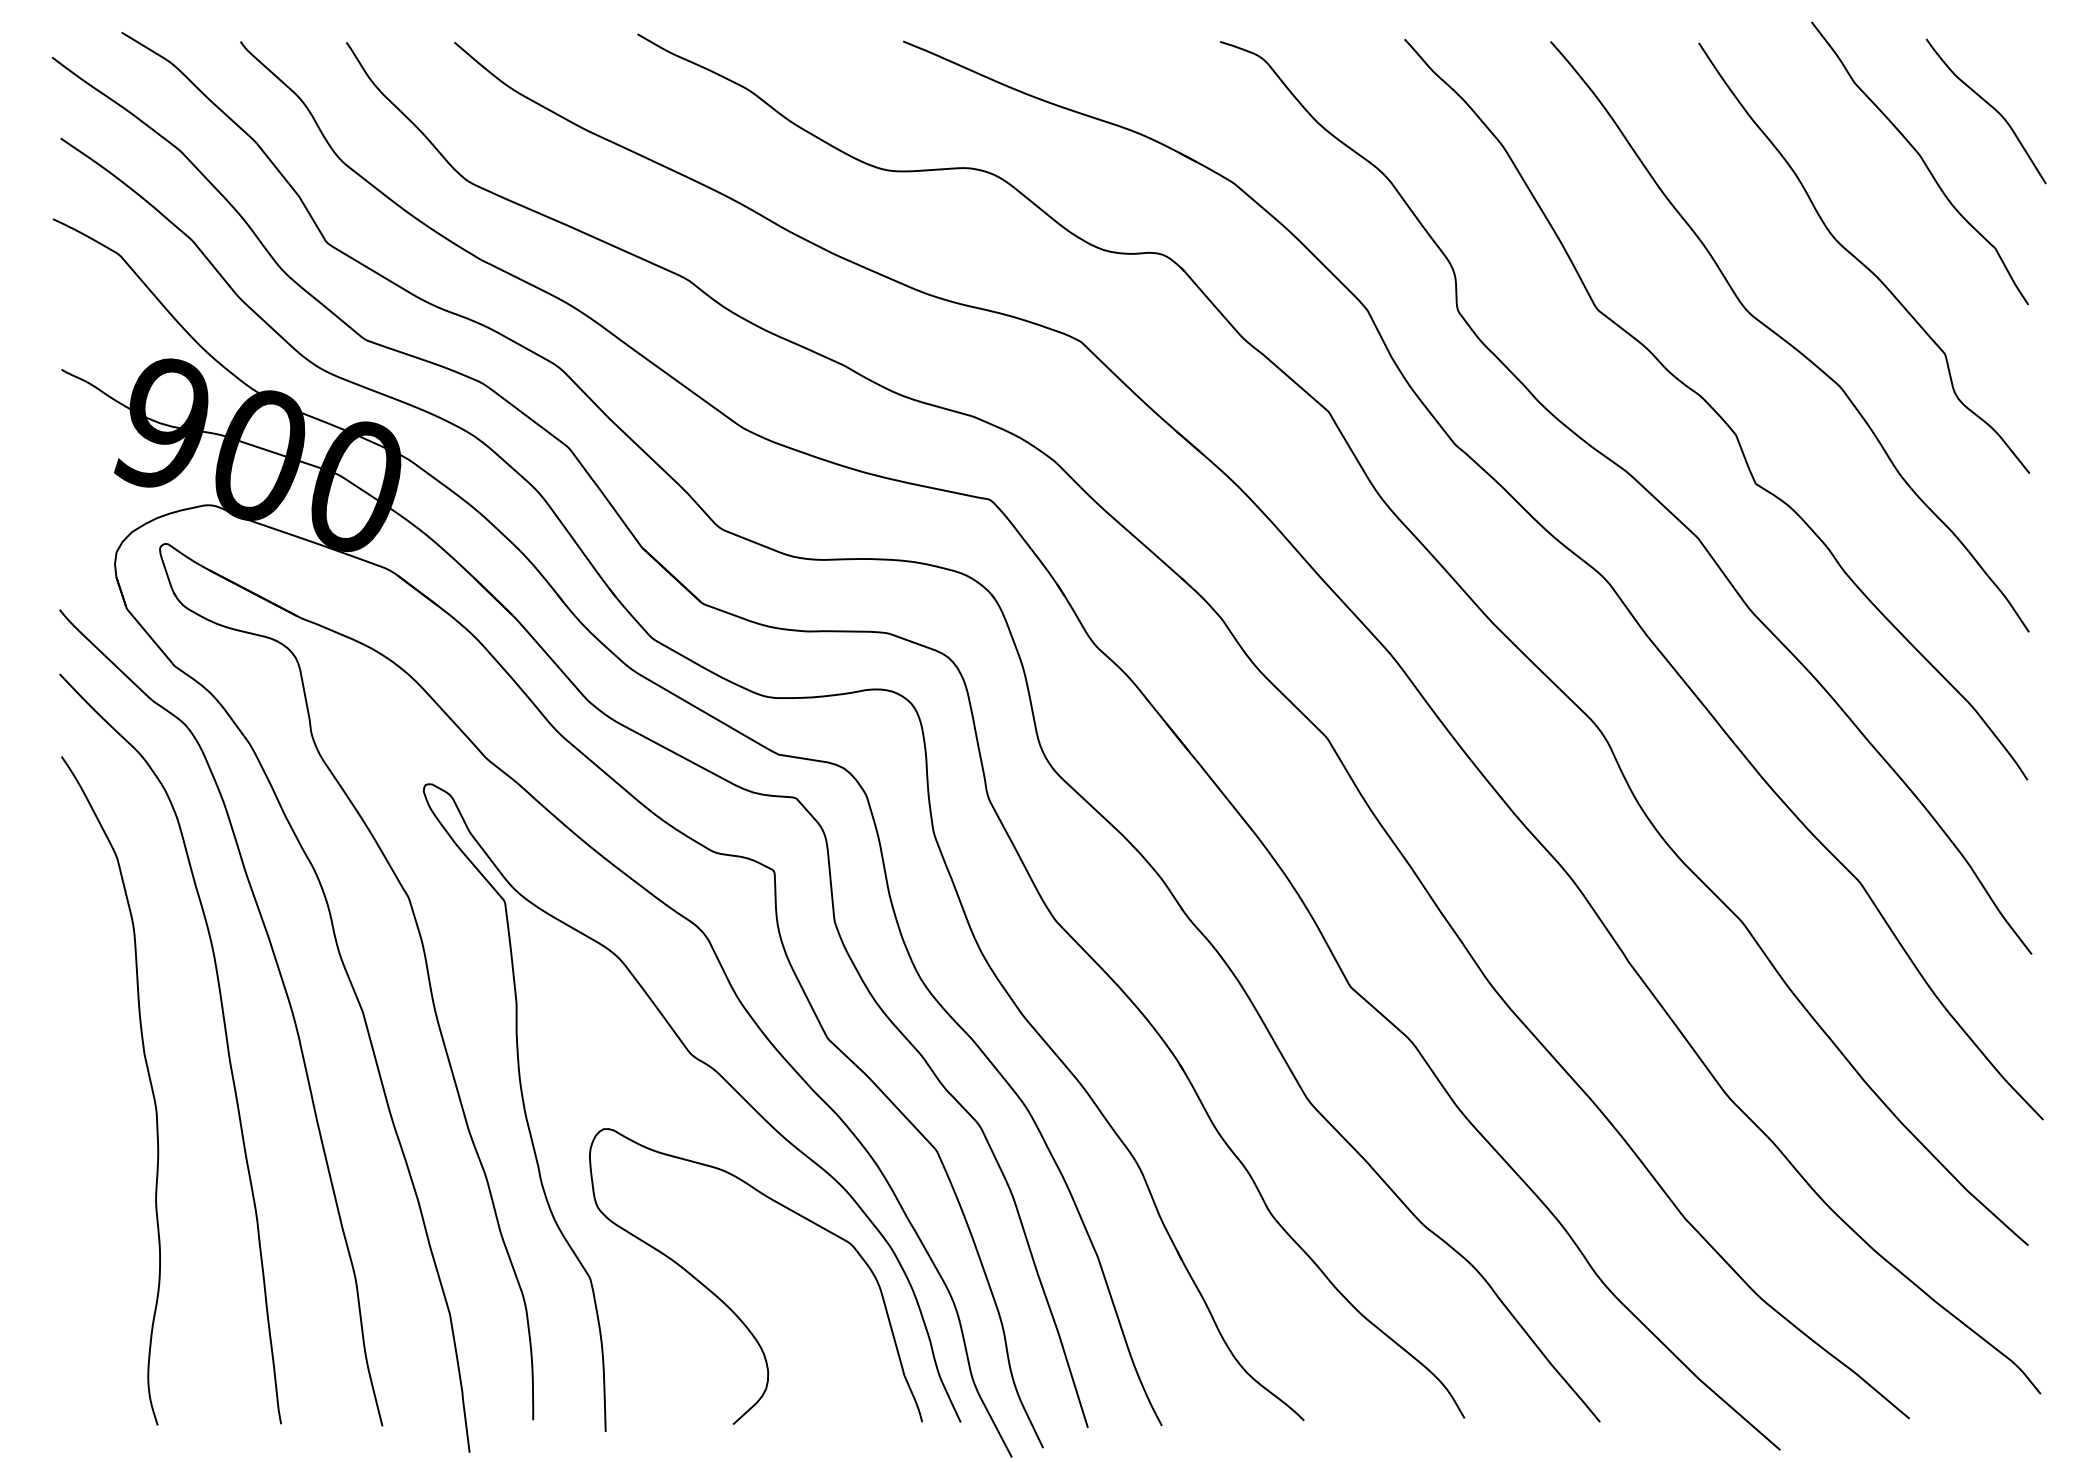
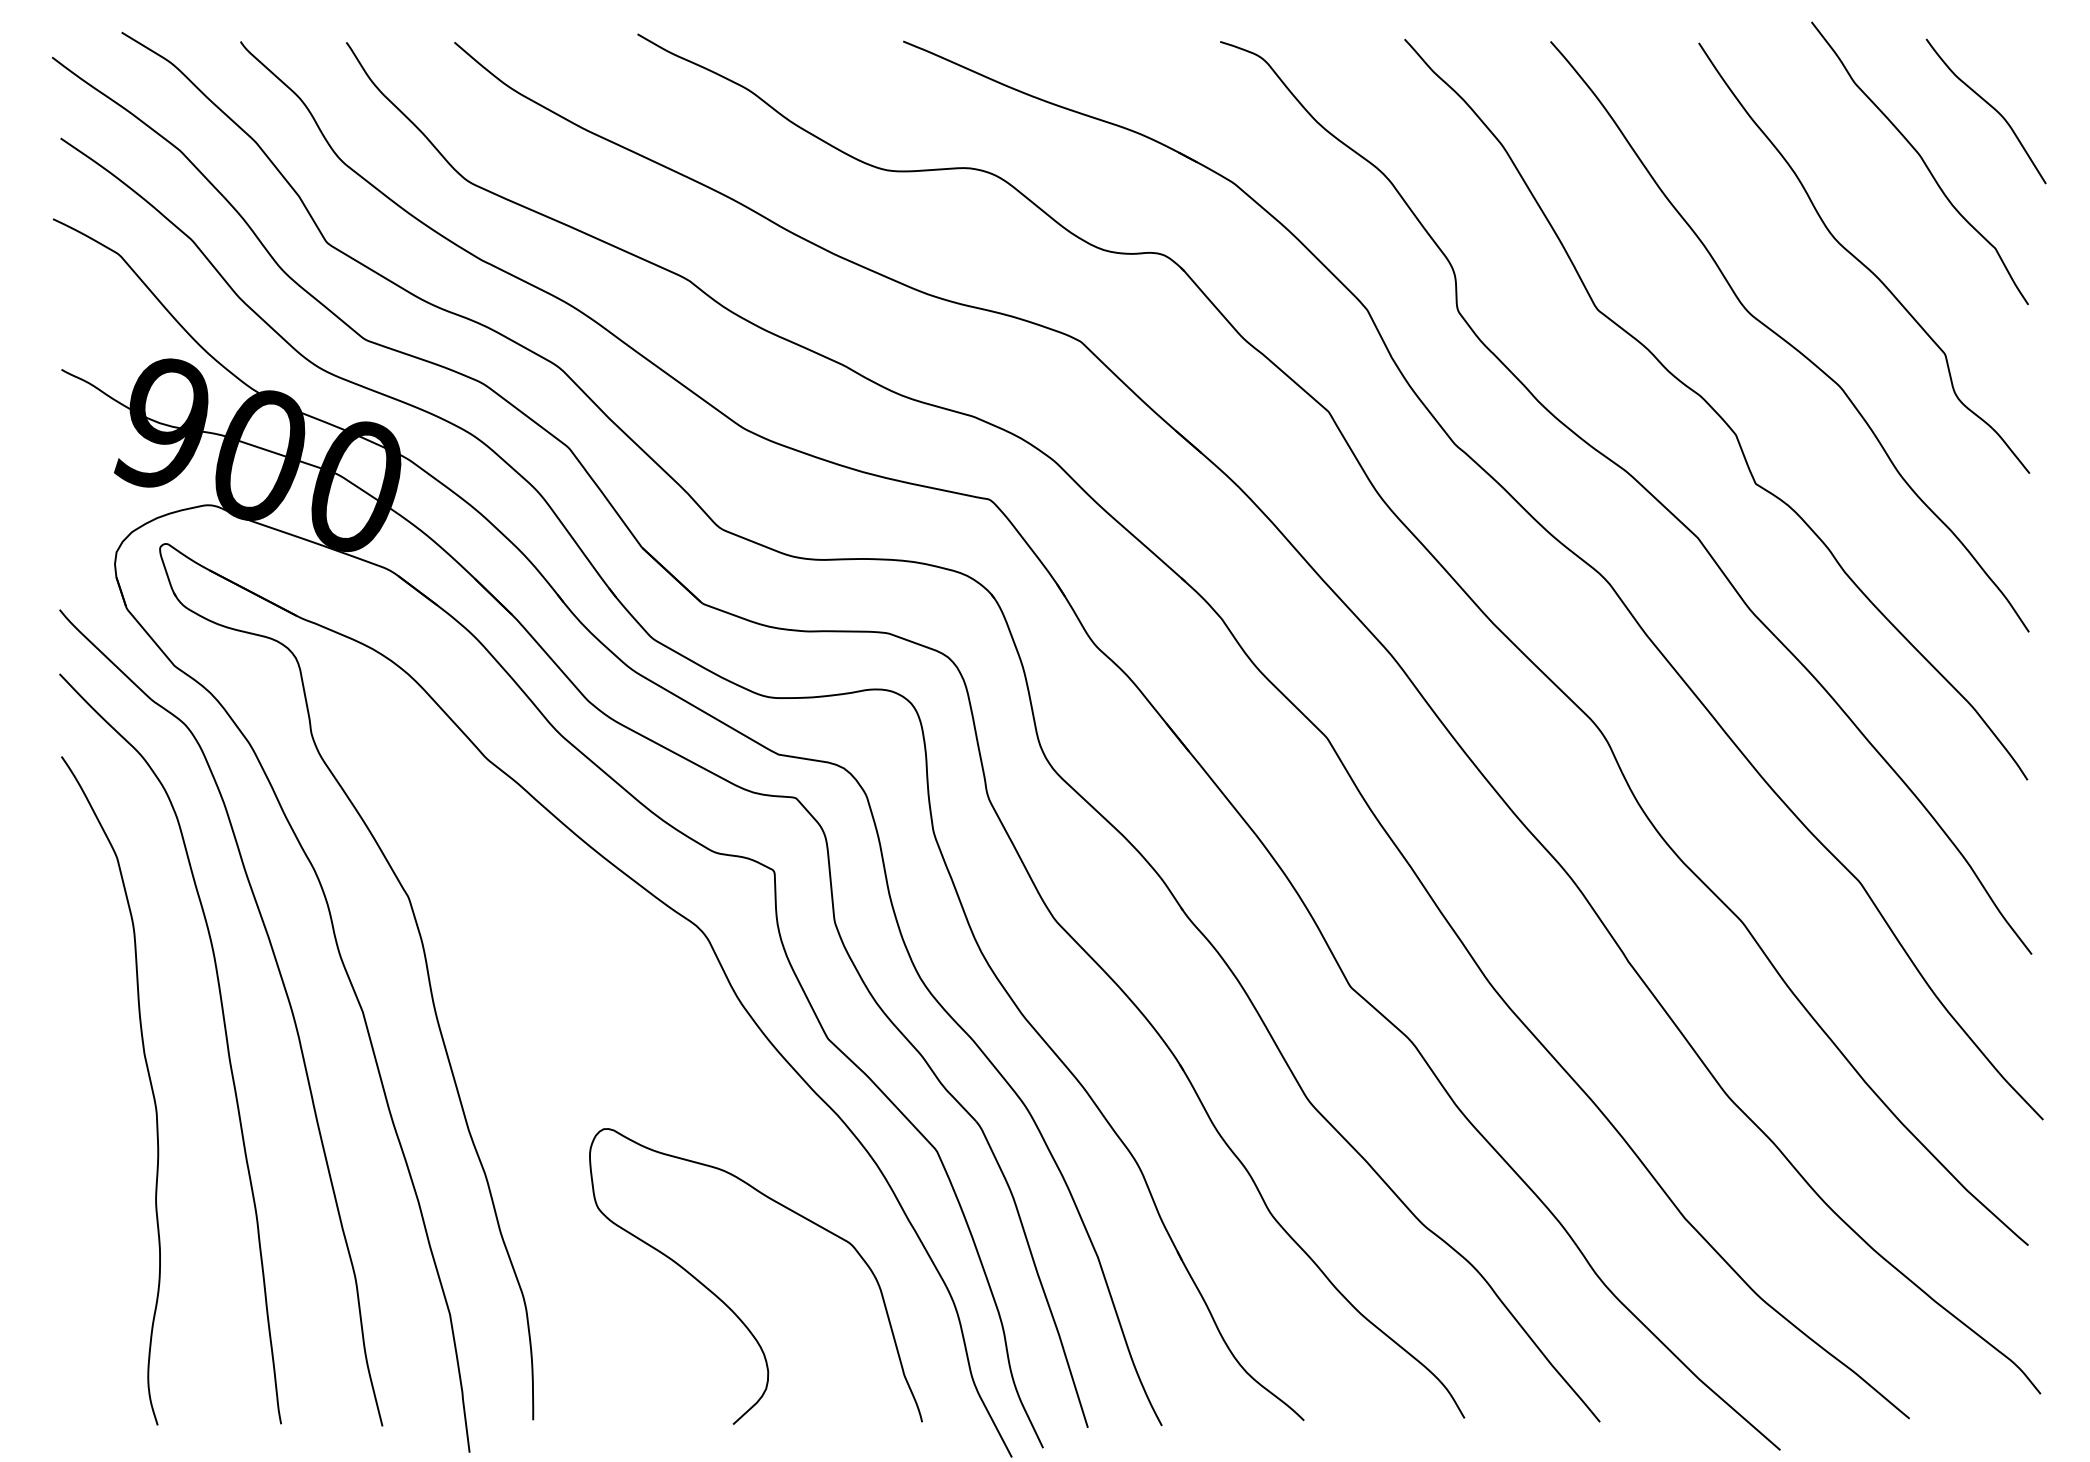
curve at (721, 1077): present -> none
